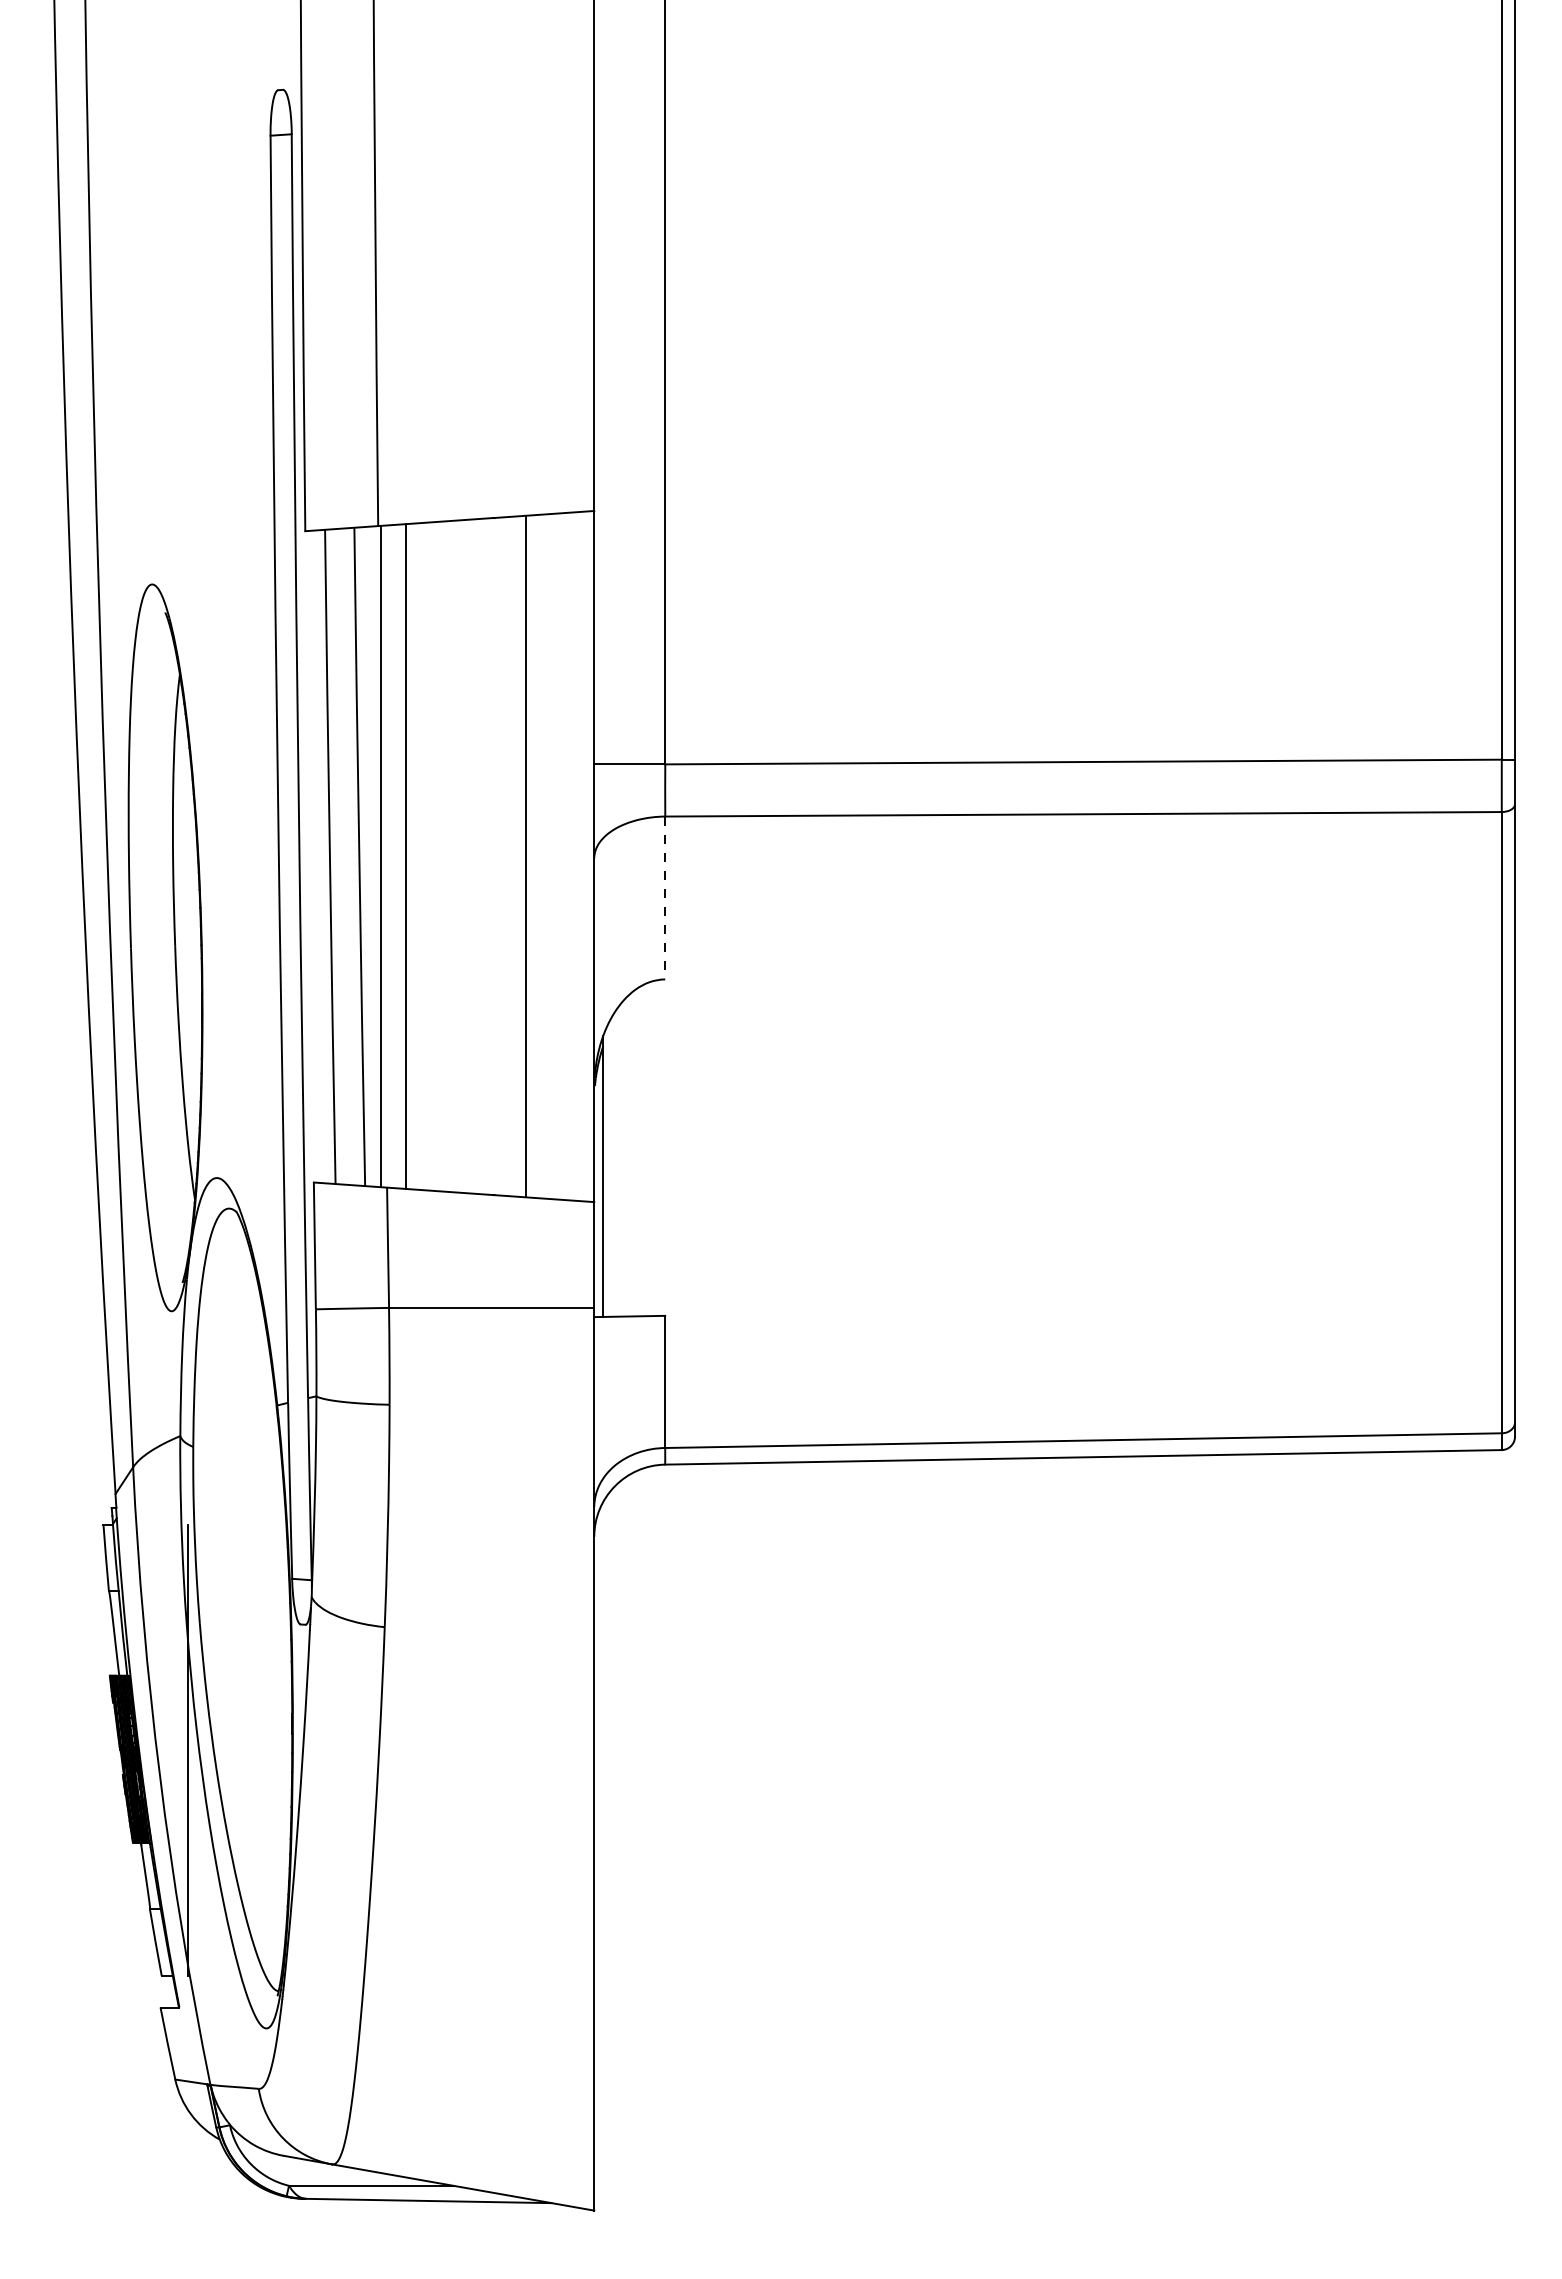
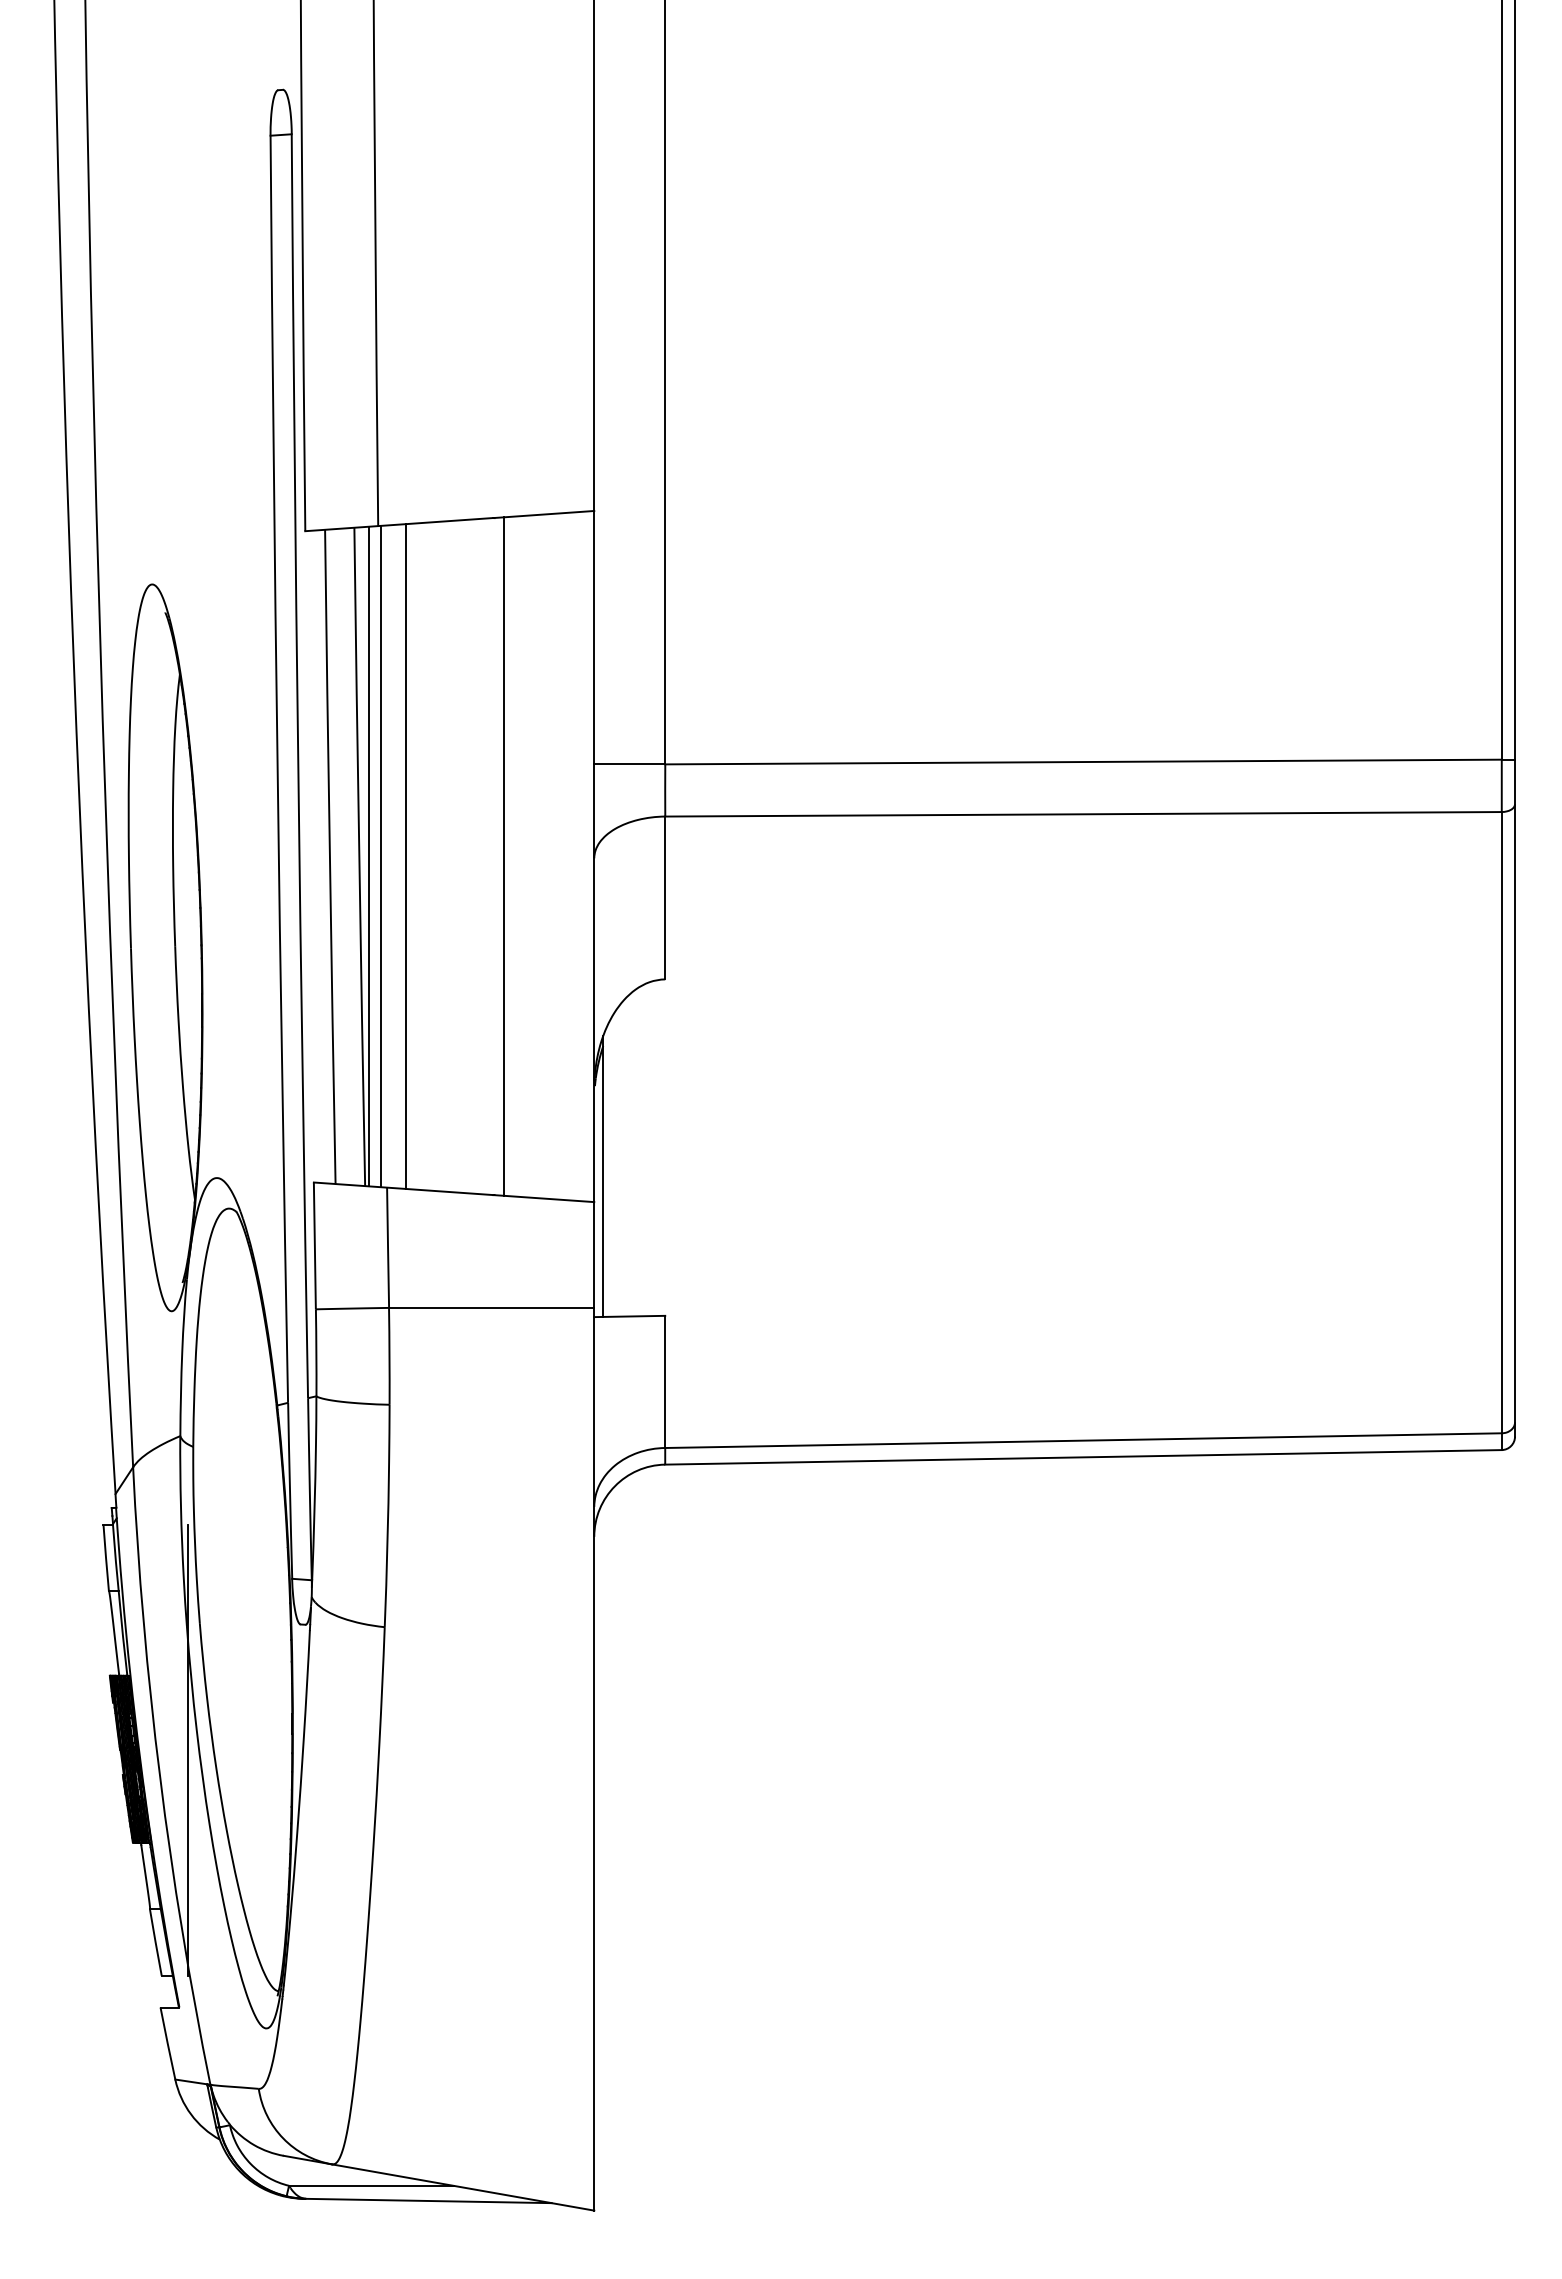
line at (368, 856): none -> present
line at (526, 856) position: (526, 856) -> (504, 856)
line at (665, 898): dashed -> solid
